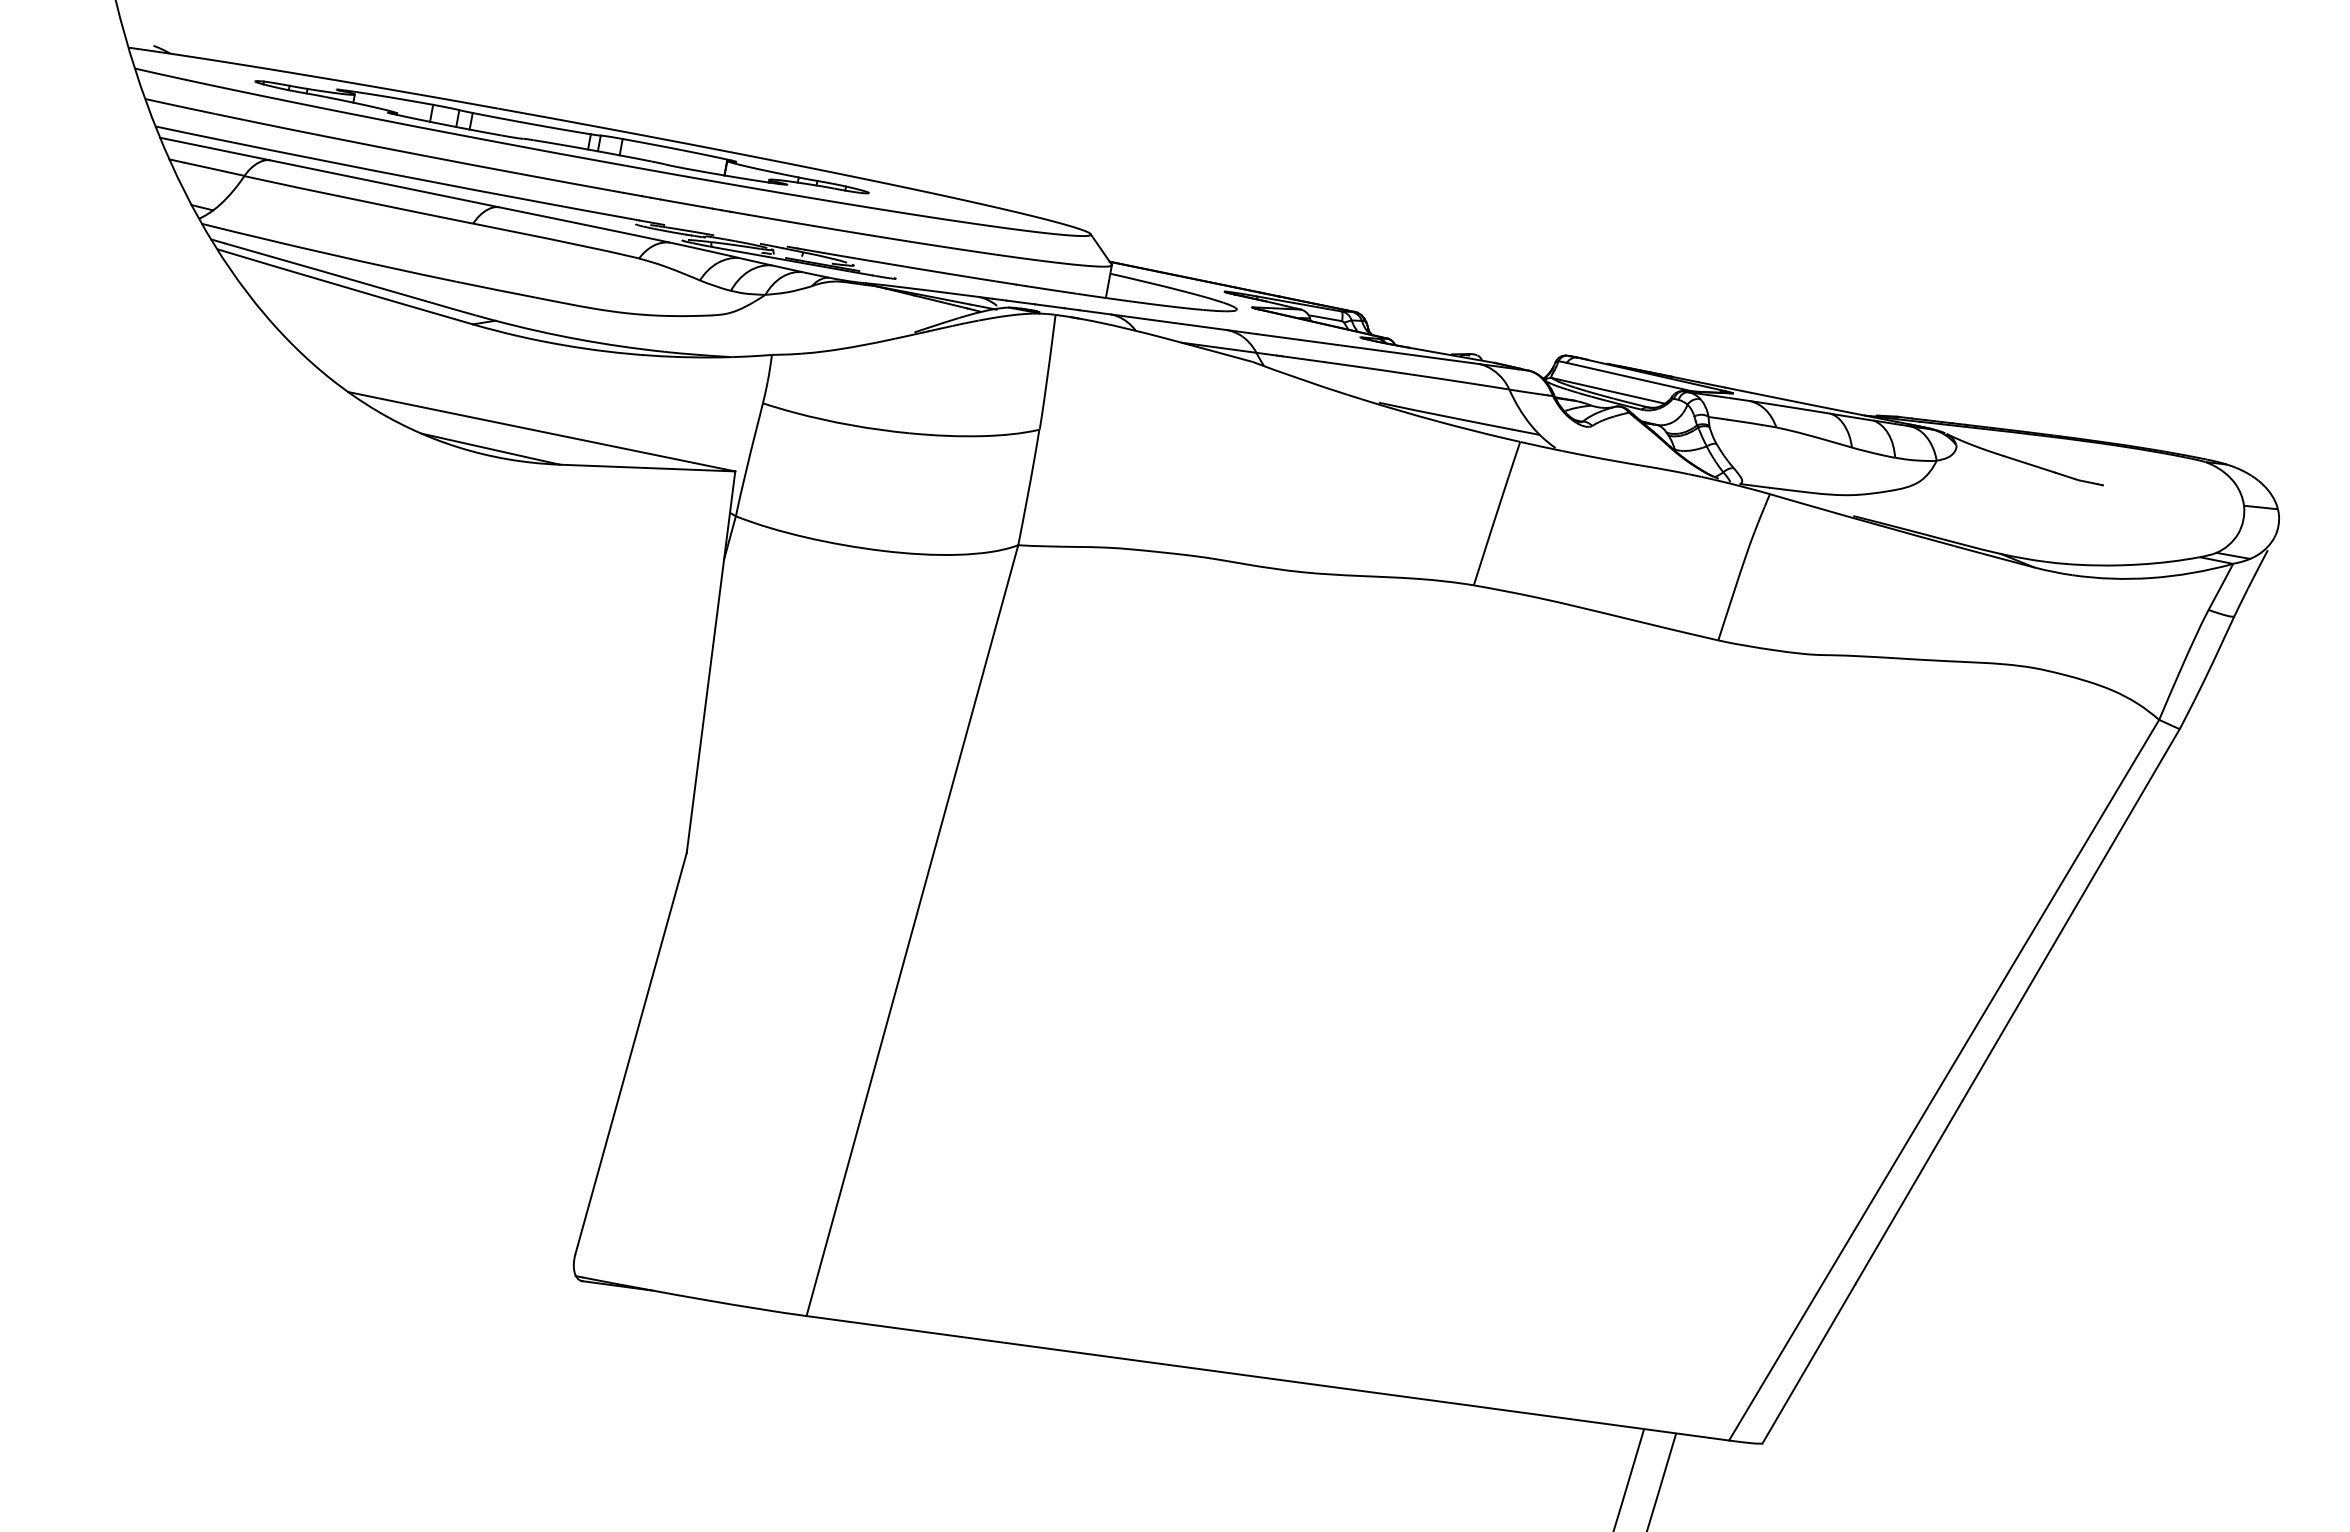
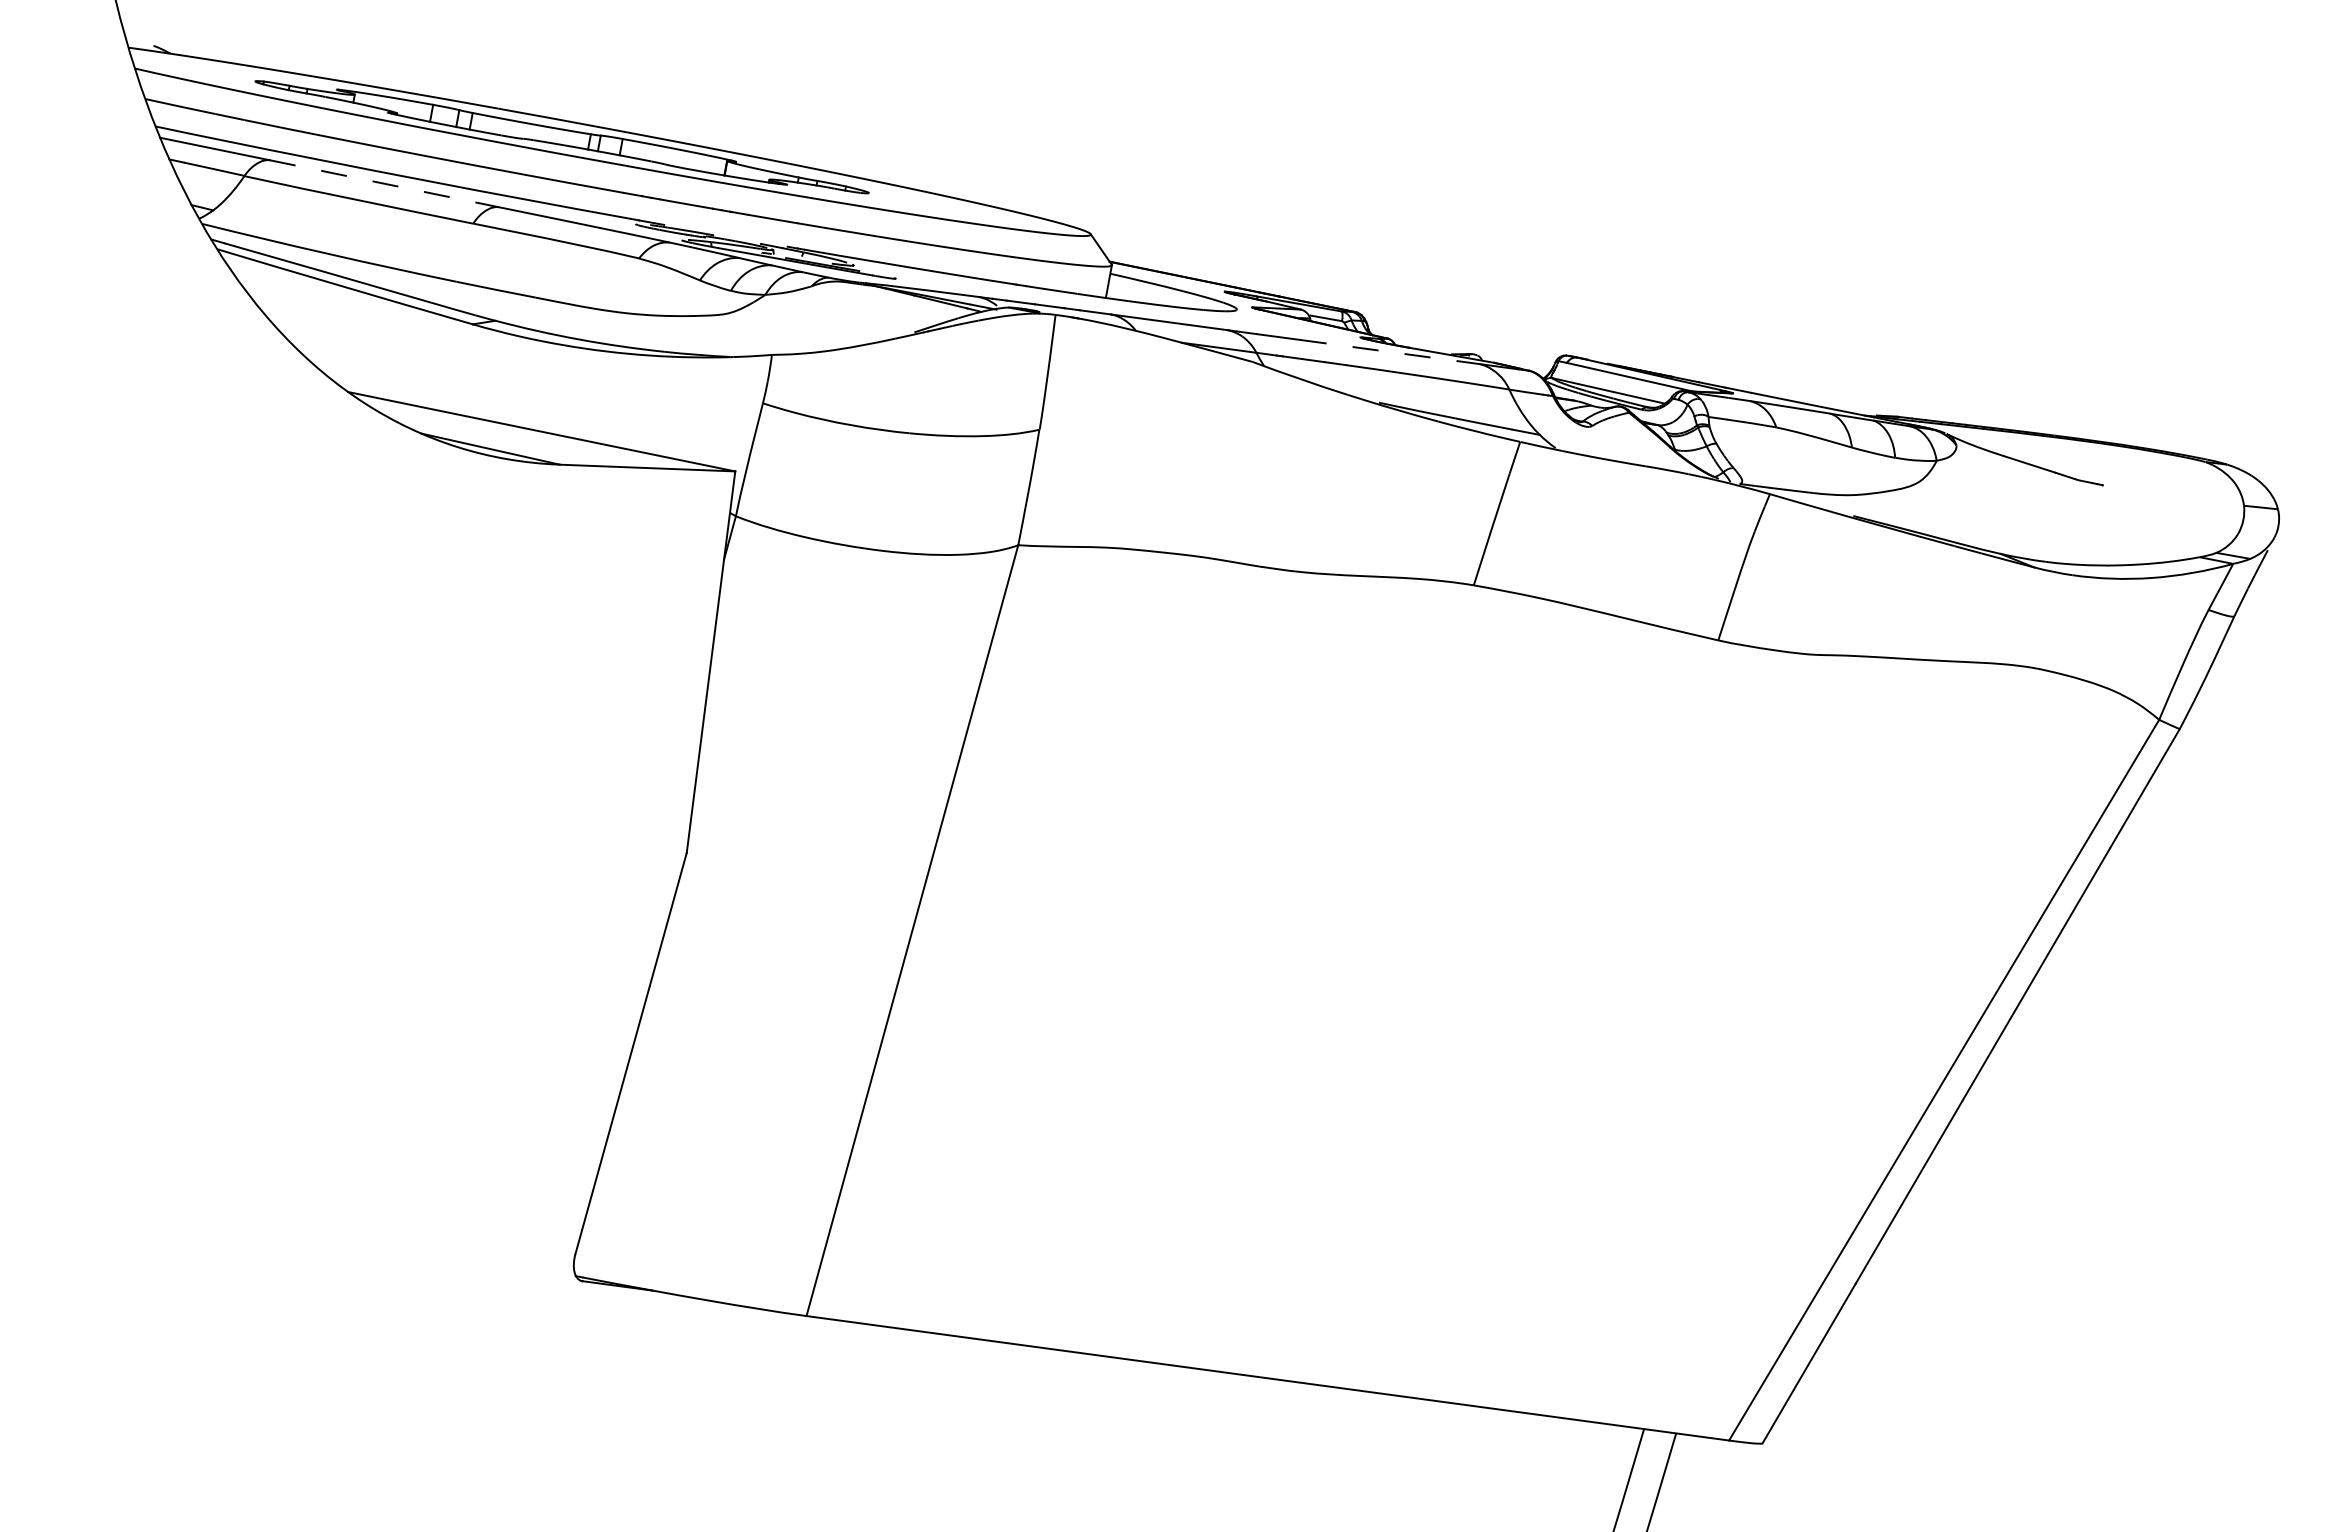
line at (384, 183): solid -> dashed
line at (1390, 352): solid -> dashed
